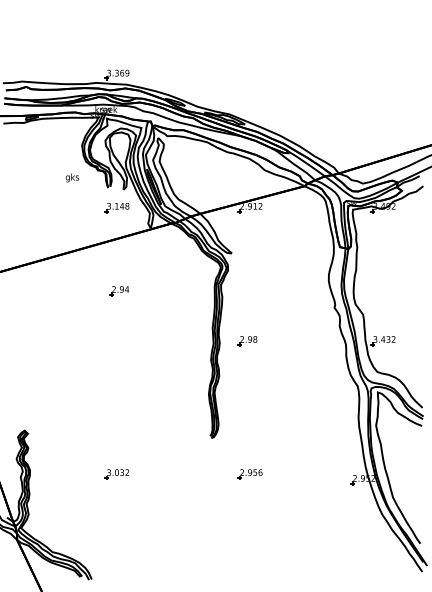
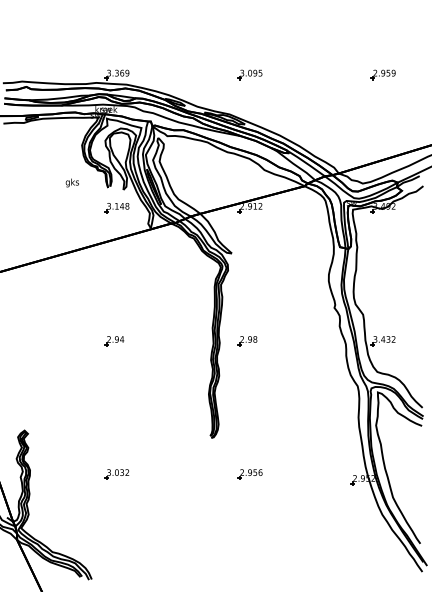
part at (249, 74): none -> present
part at (382, 74): none -> present
text at (71, 177) position: (71, 177) -> (71, 182)
part at (119, 291) position: (119, 291) -> (114, 341)
